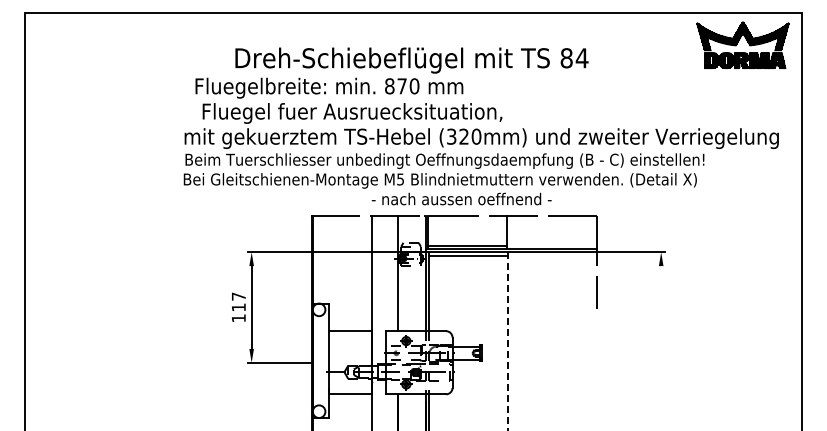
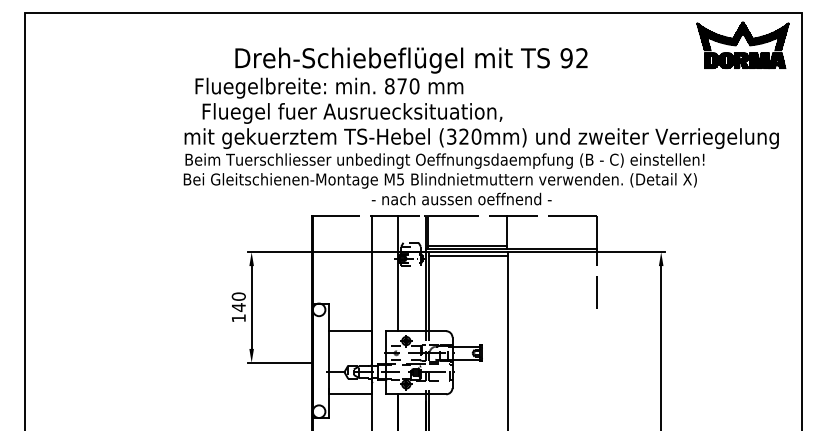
text at (574, 58): 84 -> 92
text at (238, 302): 117 -> 140
line at (507, 341): dashed -> solid
line at (661, 346): none -> present
